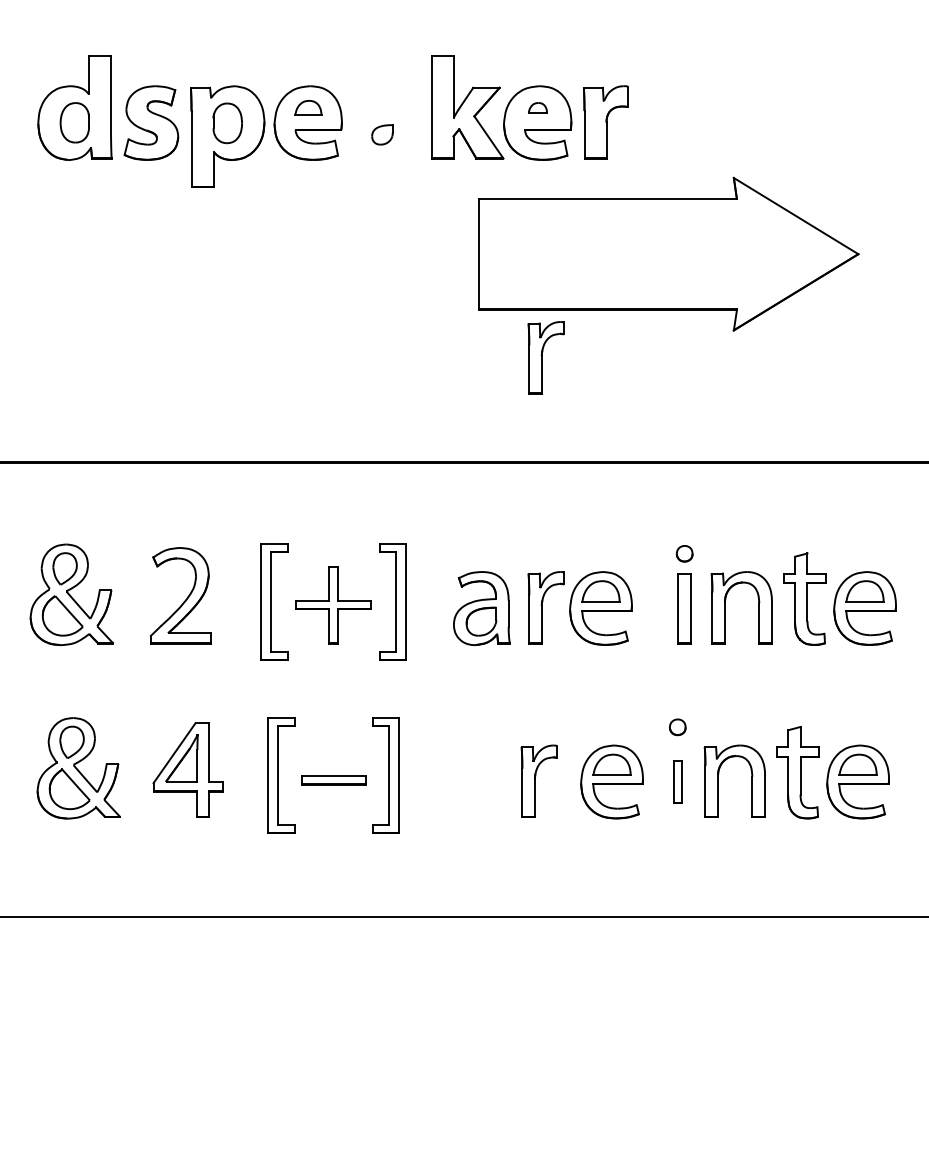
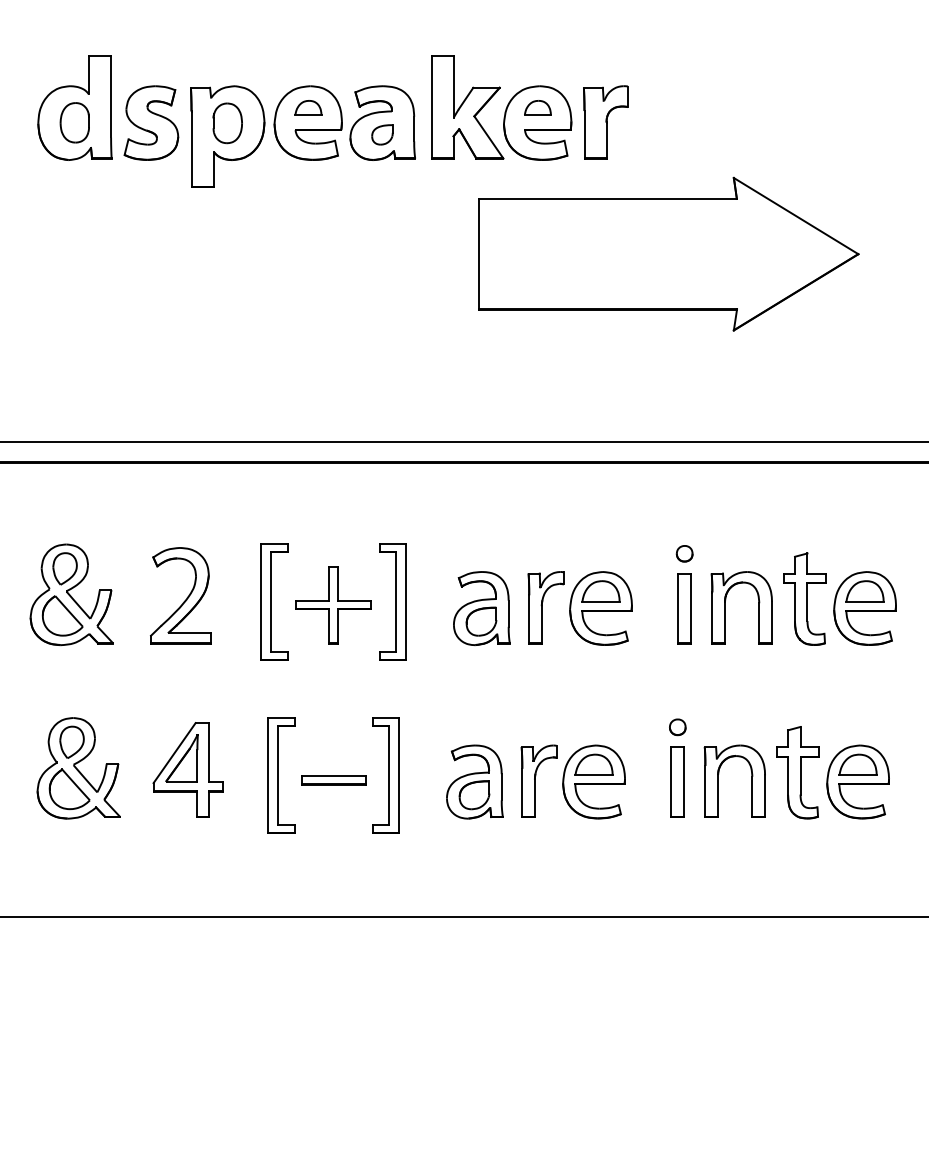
part at (537, 107) size: 20x12 px -> 28x16 px
part at (382, 122): none -> present
part at (545, 357): present -> none
line at (463, 442): none -> present
part at (474, 781): none -> present
part at (611, 781) position: (611, 781) -> (593, 781)
part at (677, 781) size: 10x44 px -> 15x72 px
